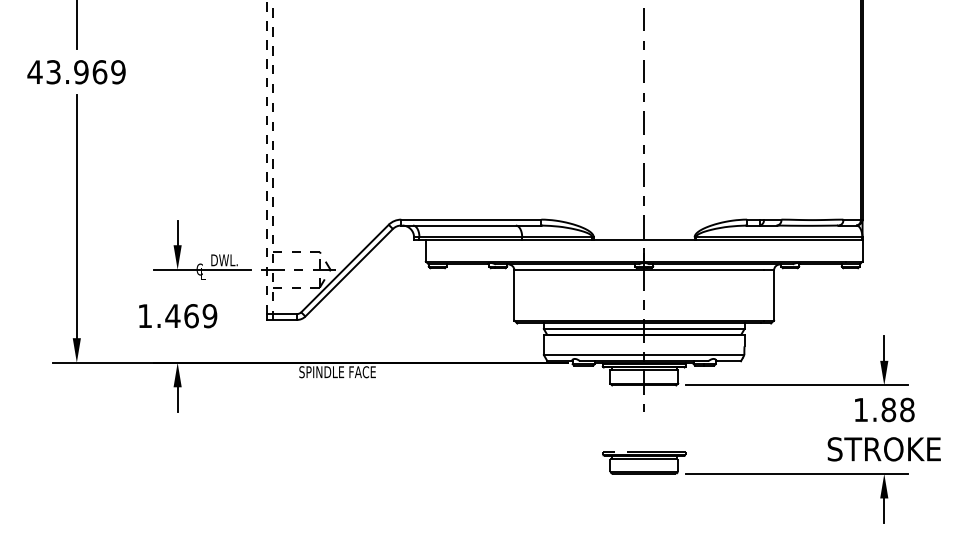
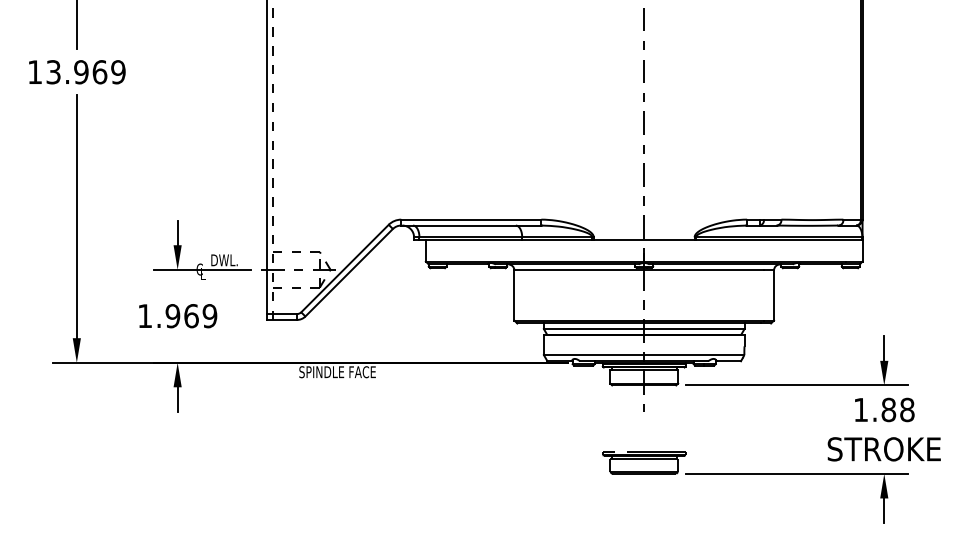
text at (34, 71): 43.969 -> 13.969
line at (266, 157): dashed -> solid
text at (172, 316): 1.469 -> 1.969
